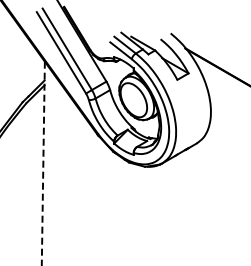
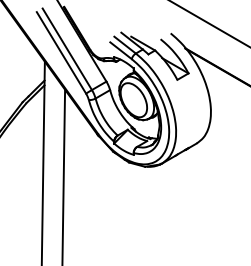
line at (209, 23): none -> present
line at (43, 164): dashed -> solid
line at (63, 175): none -> present
